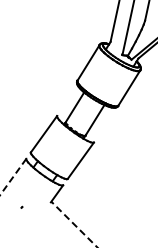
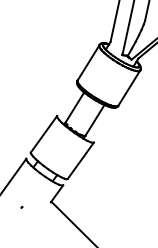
line at (13, 177): dashed -> solid
line at (74, 224): dashed -> solid
